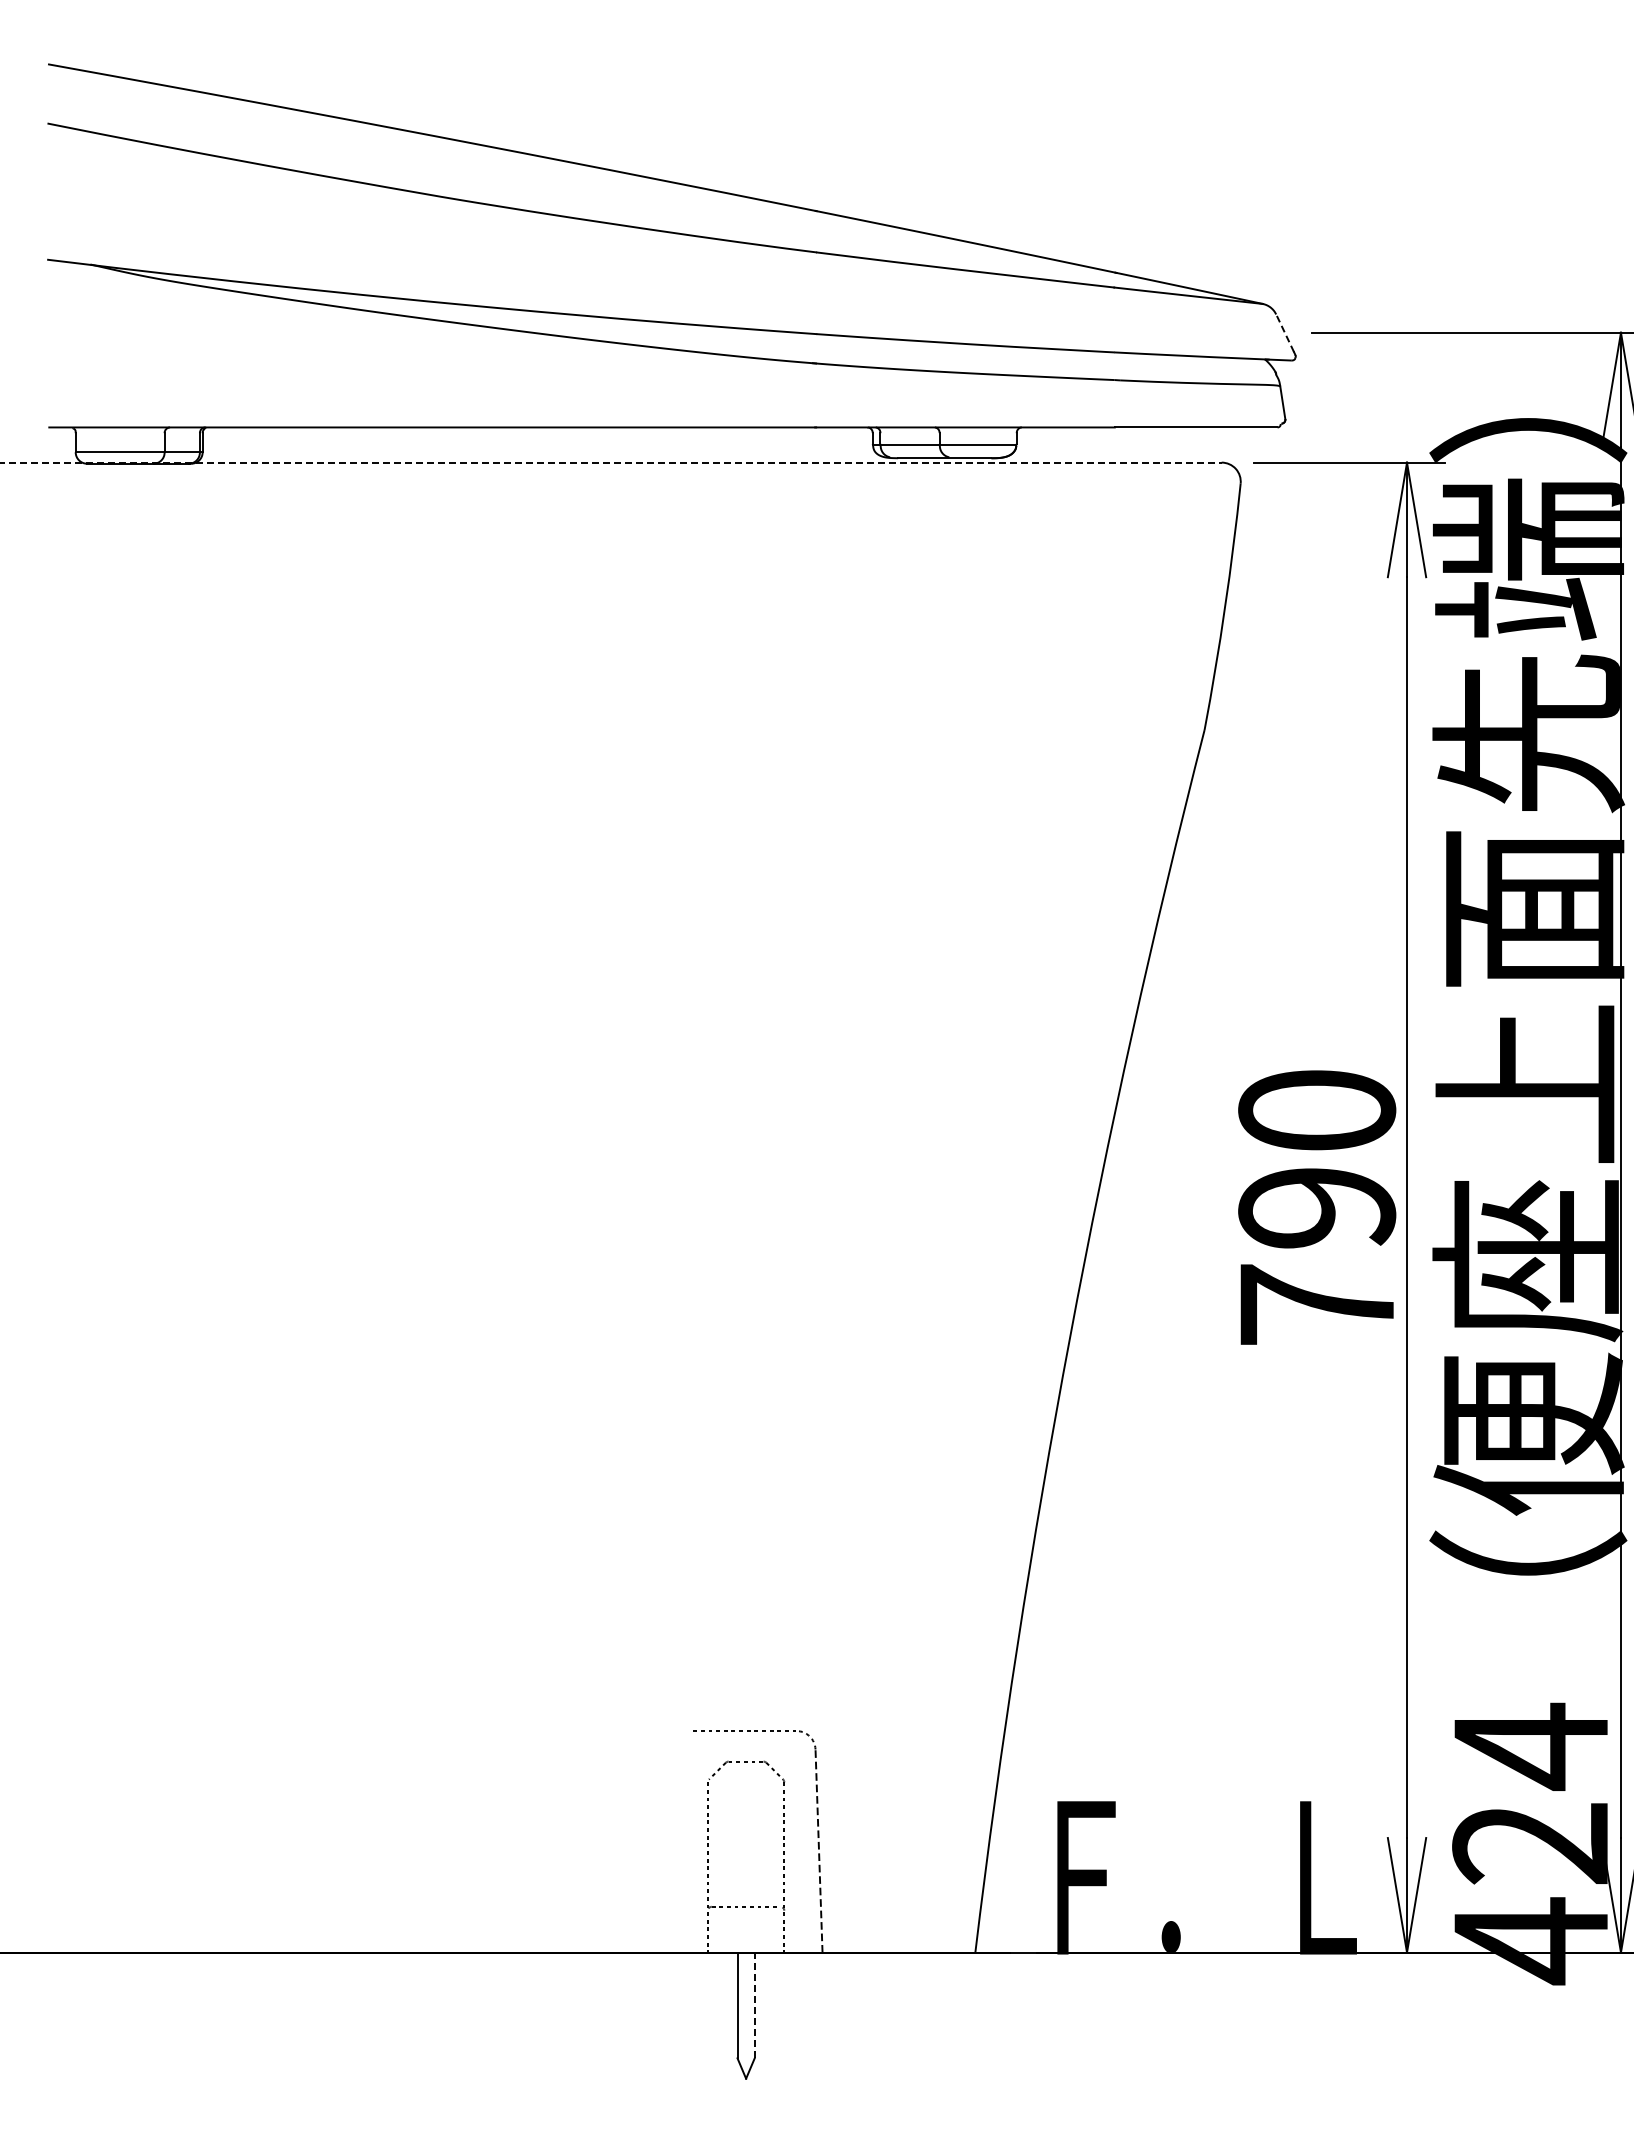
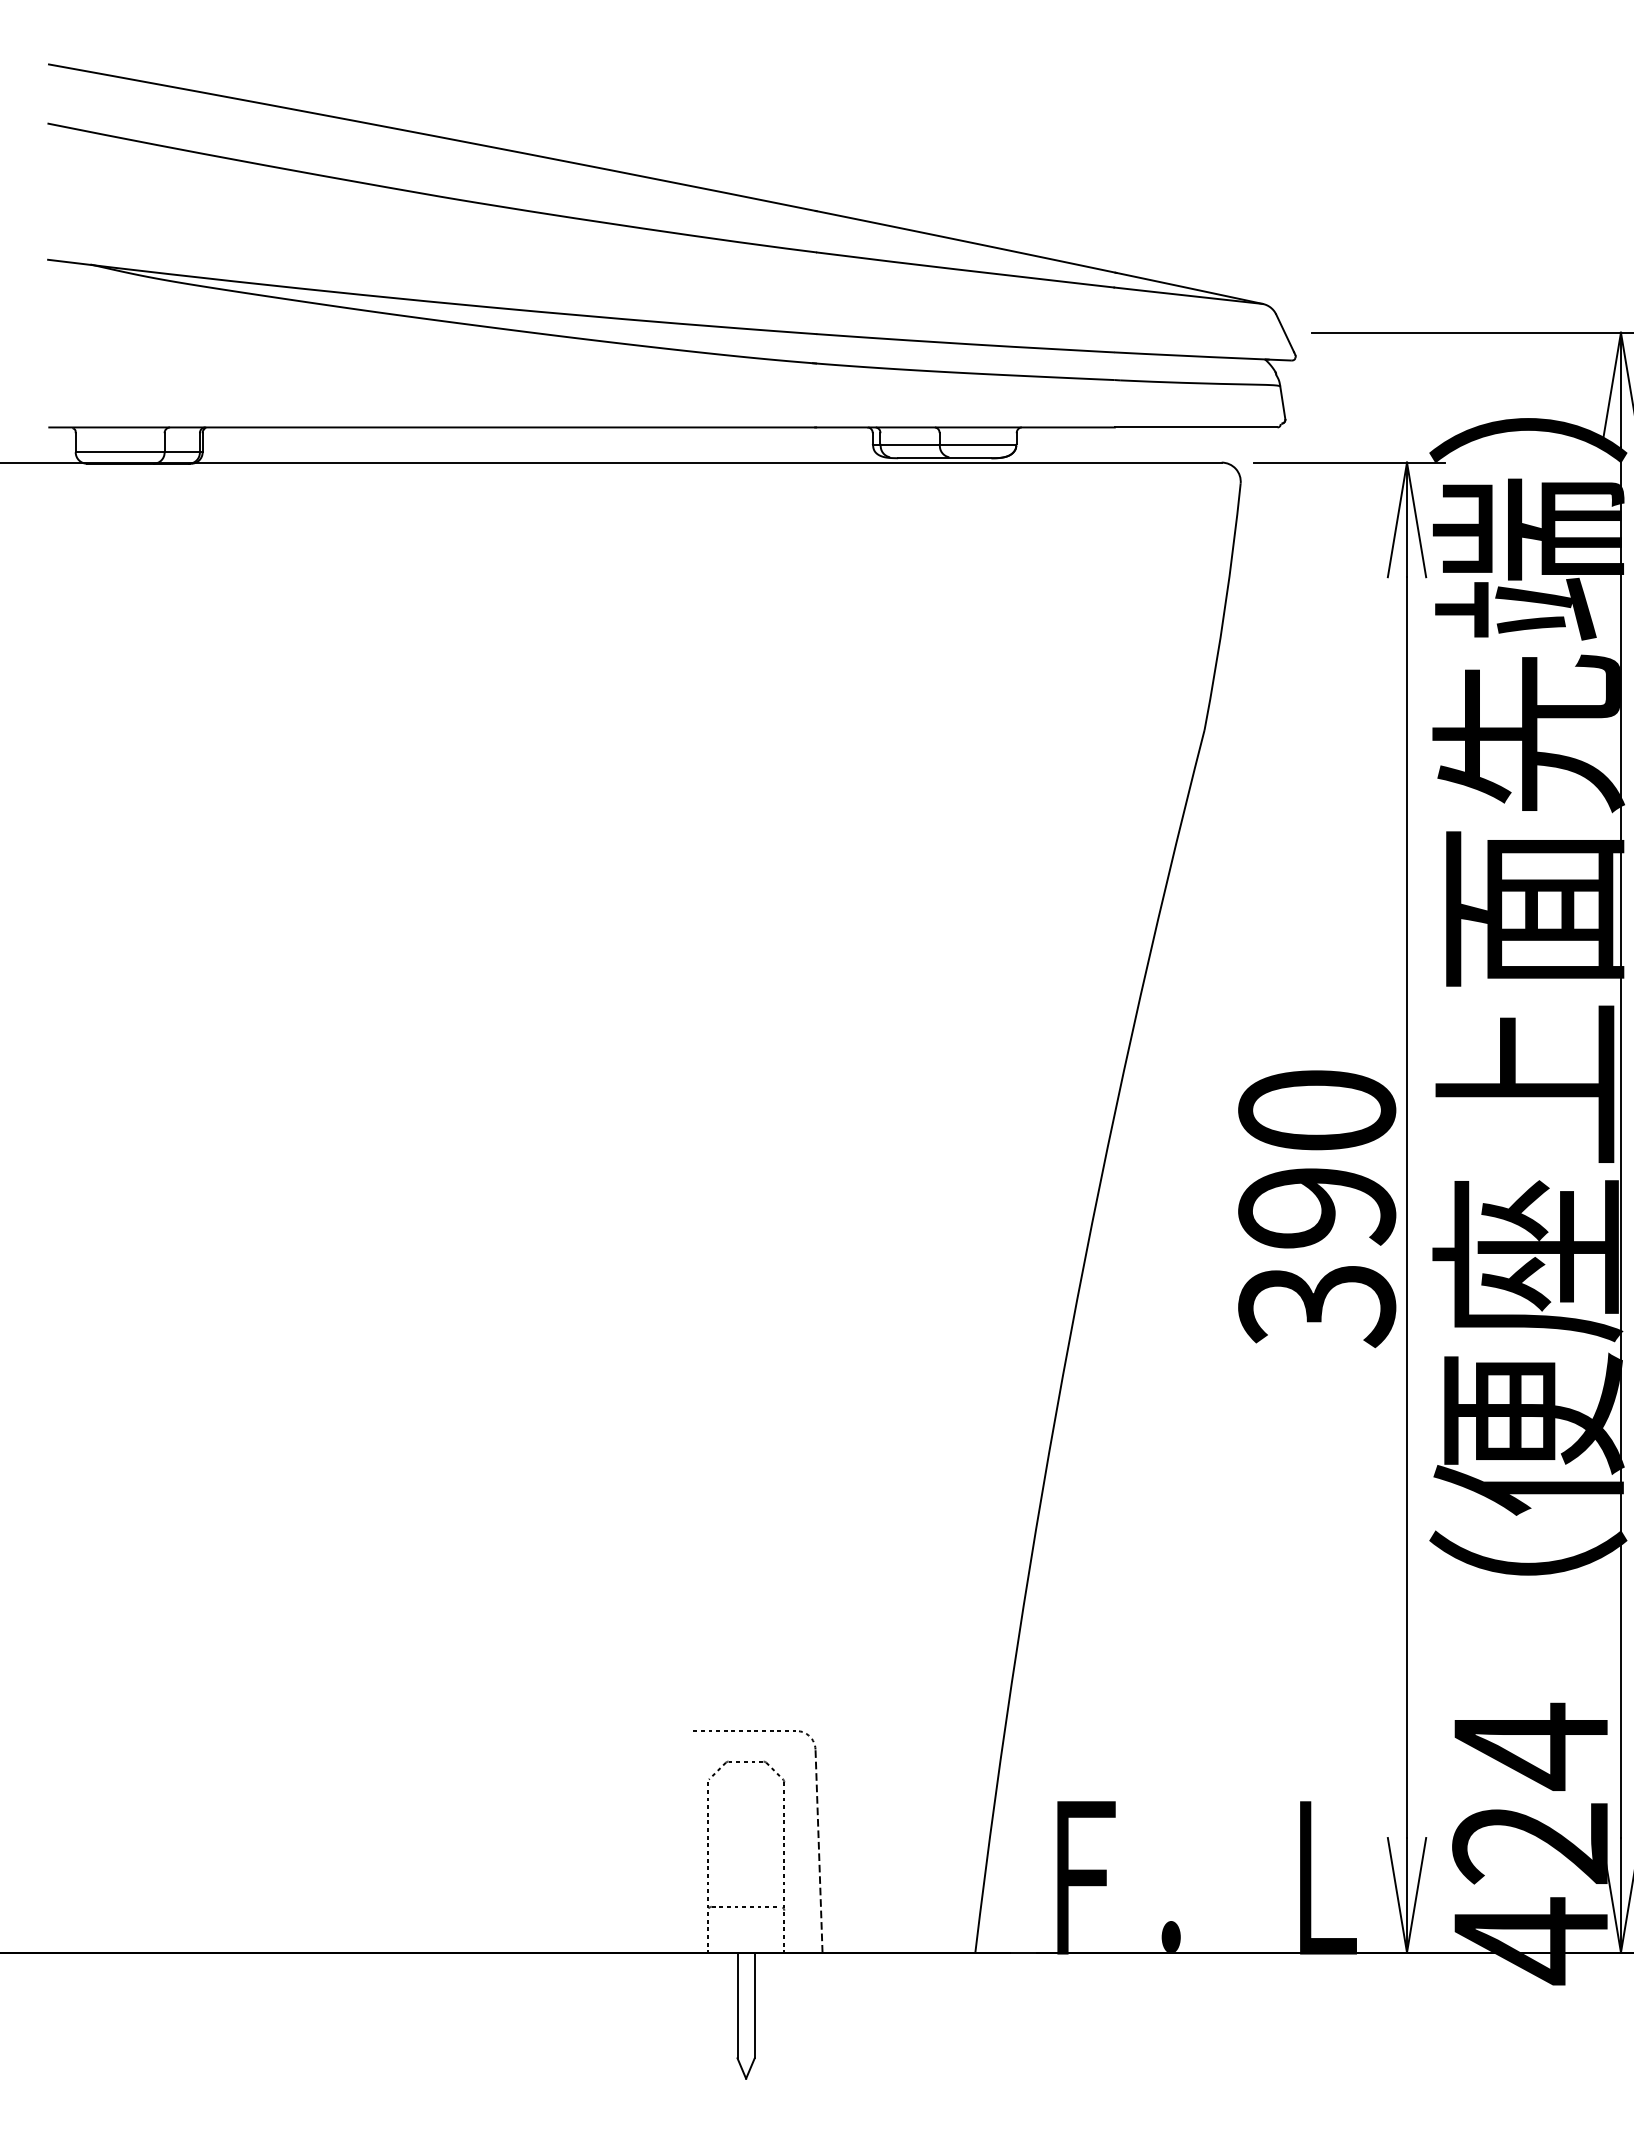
line at (1285, 333): dashed -> solid
line at (611, 462): dashed -> solid
text at (1317, 1306): 790 -> 390
line at (754, 2005): dashed -> solid
